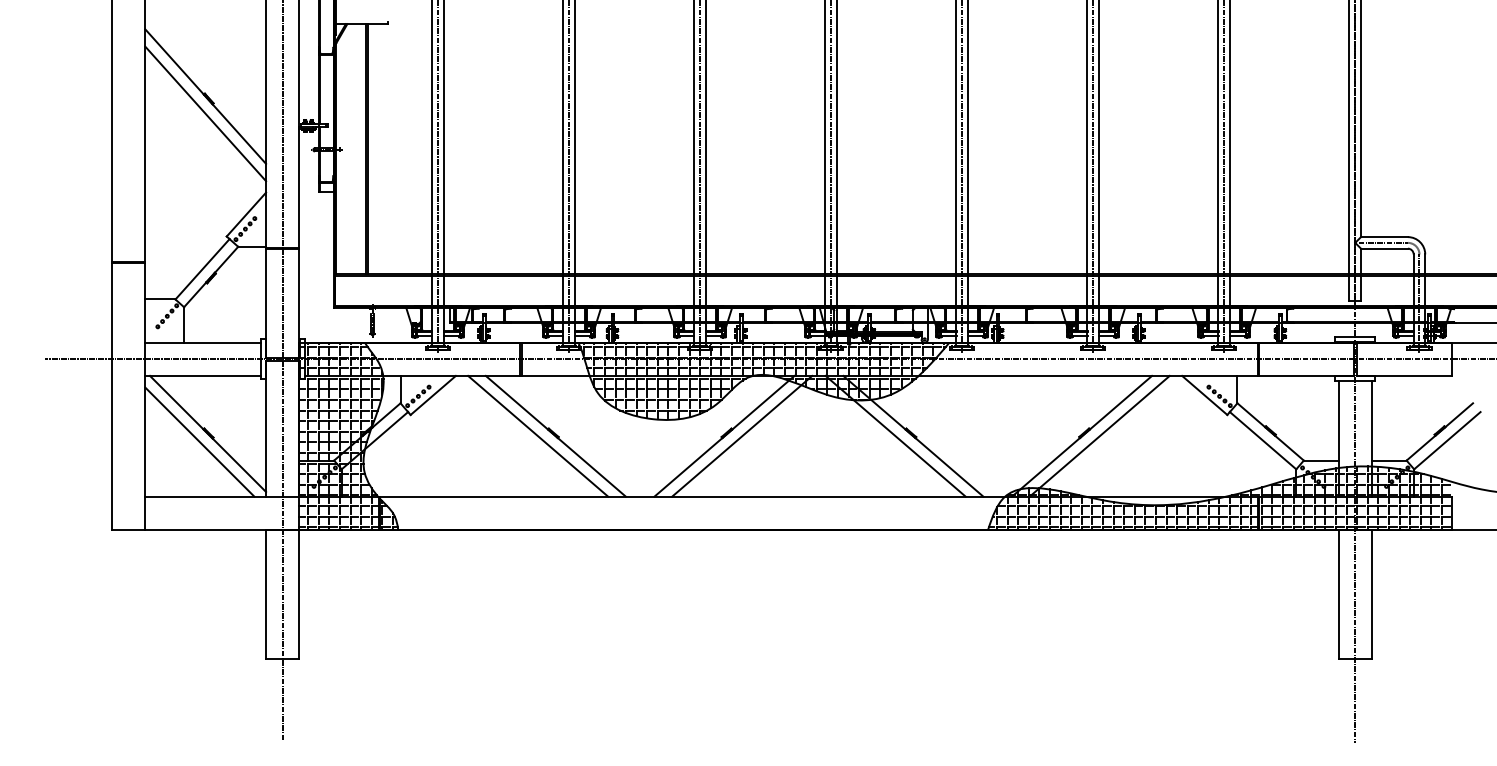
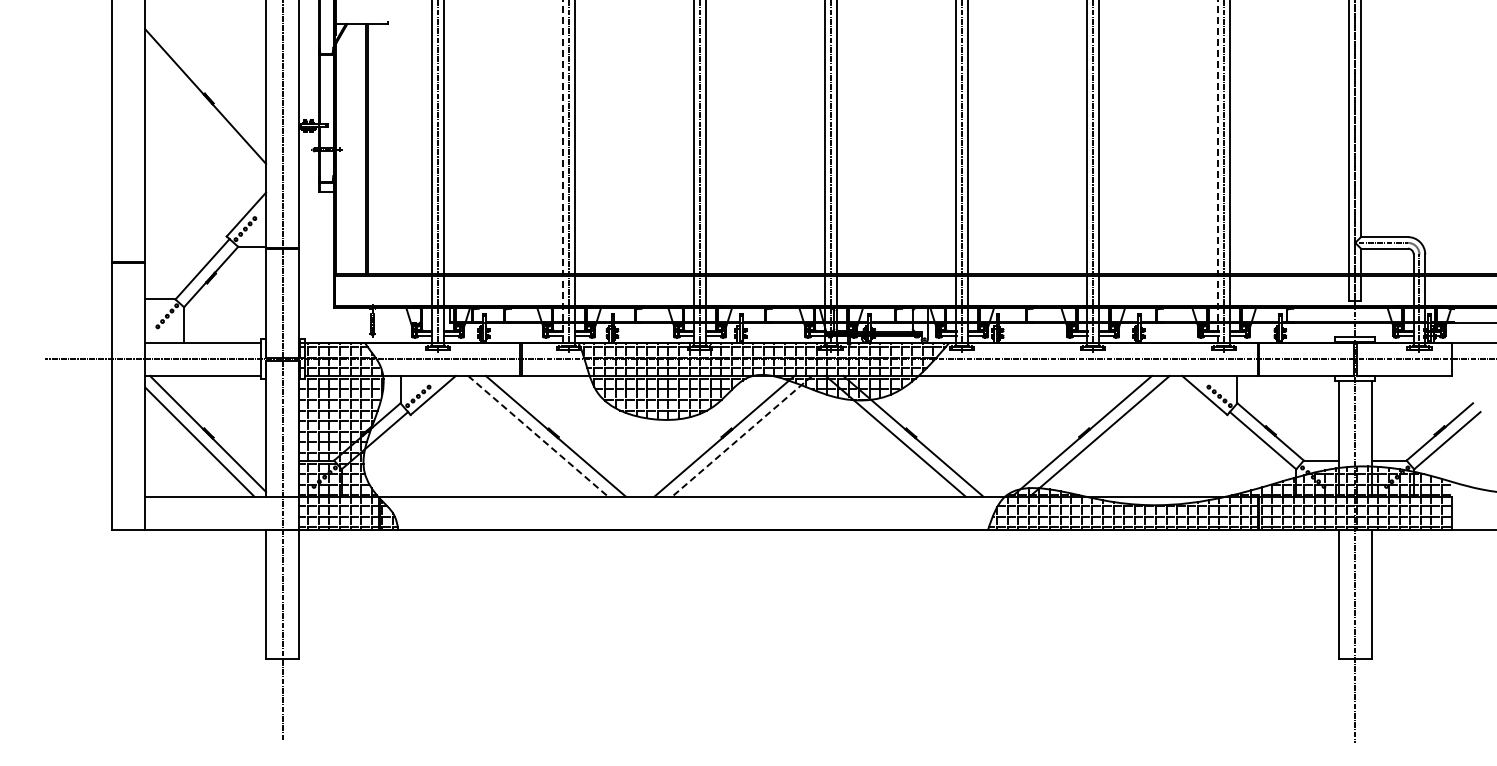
line at (205, 113): present -> none
line at (563, 173): solid -> dashed
line at (1218, 173): solid -> dashed
line at (538, 436): solid -> dashed
line at (741, 436): solid -> dashed
